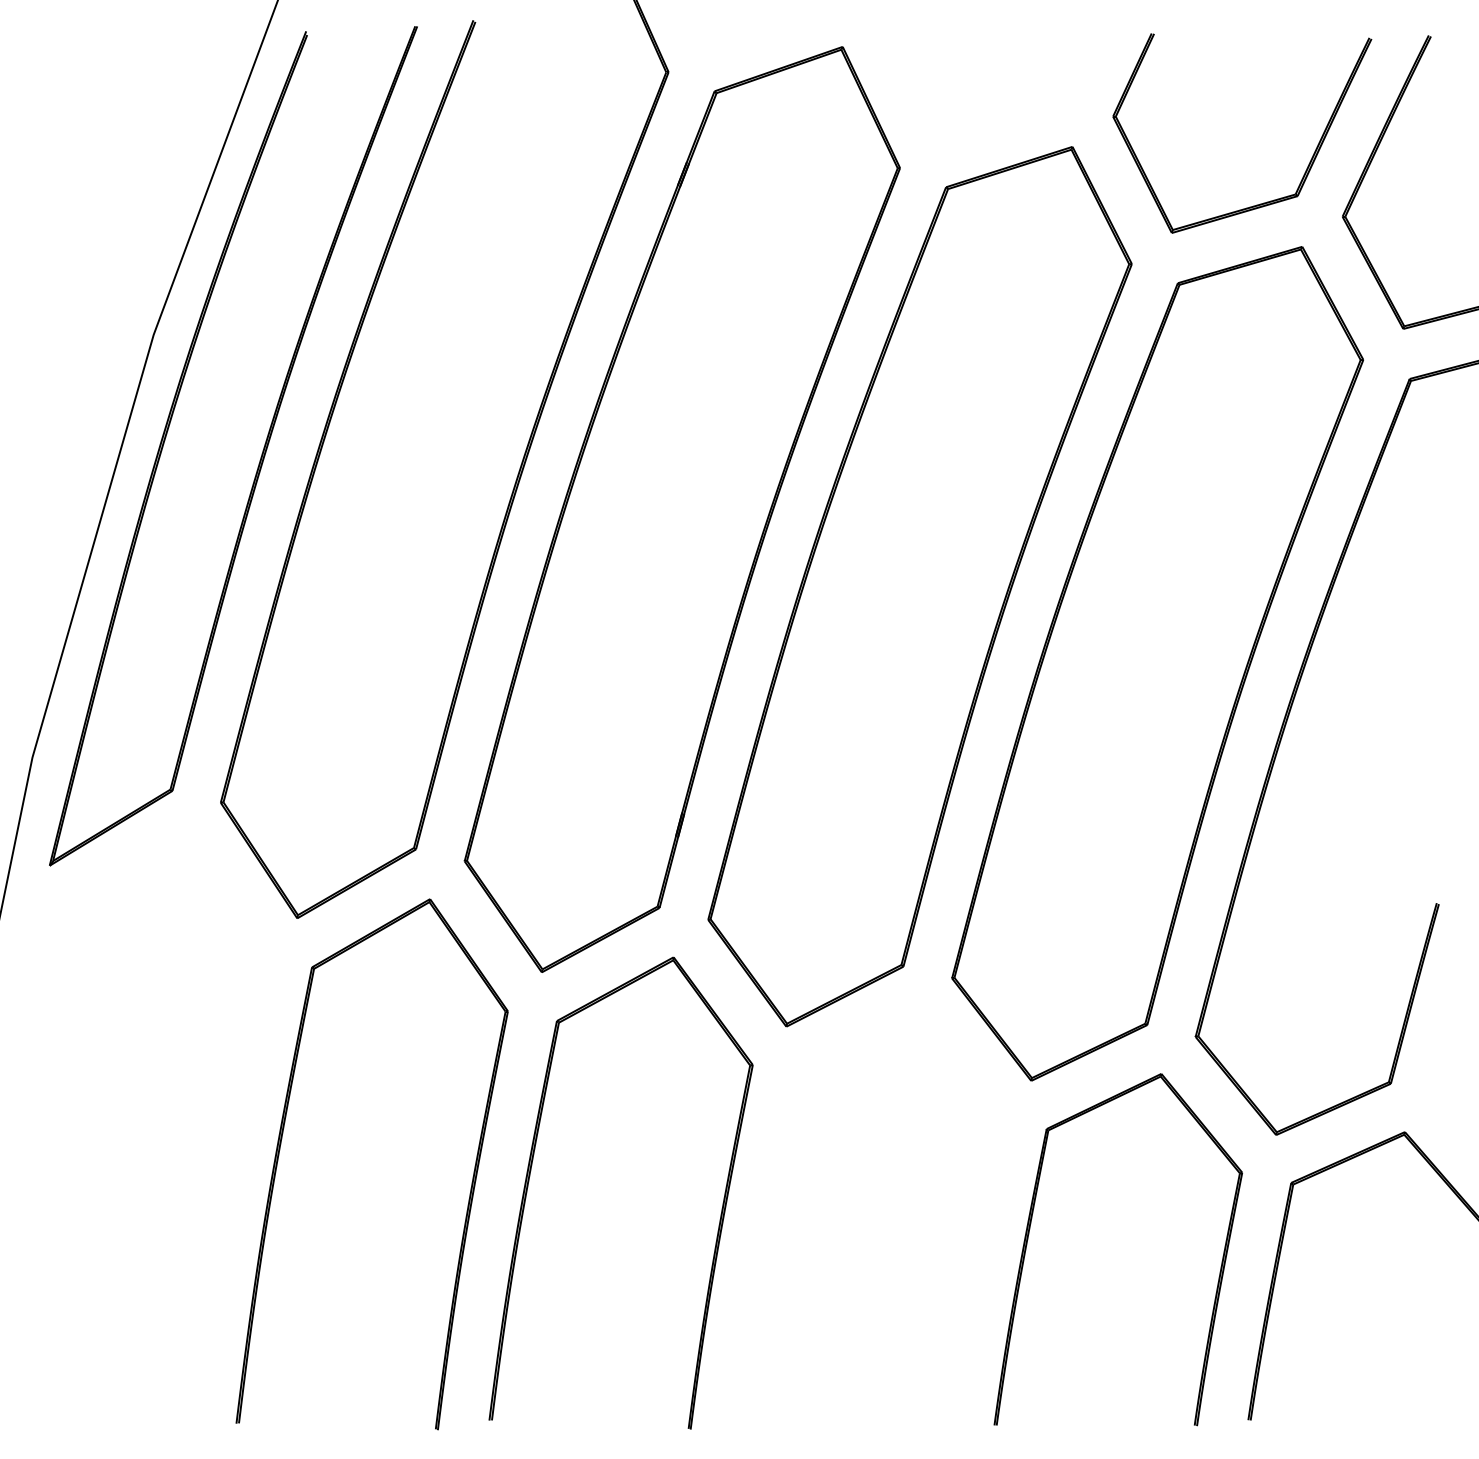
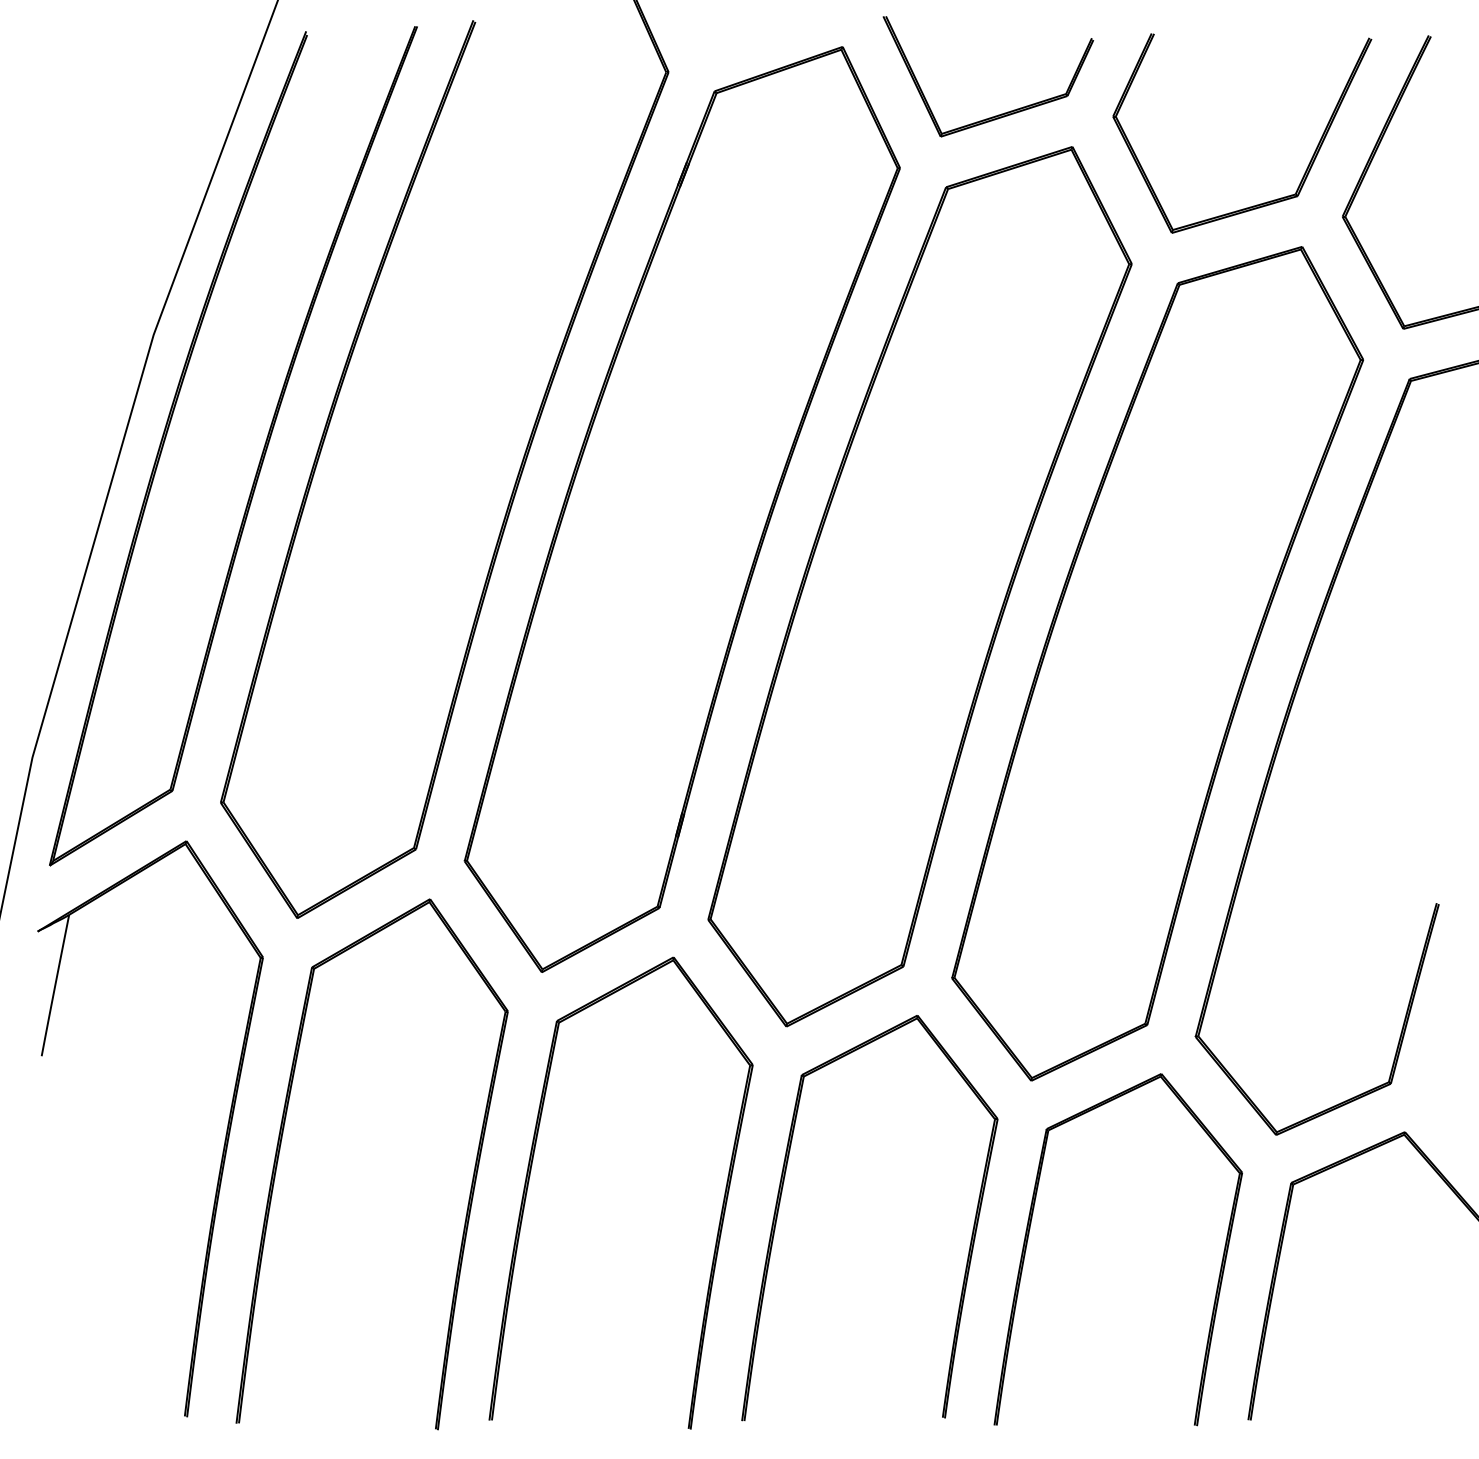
part at (1001, 113): none -> present
part at (223, 1145): none -> present
part at (780, 1203): none -> present
